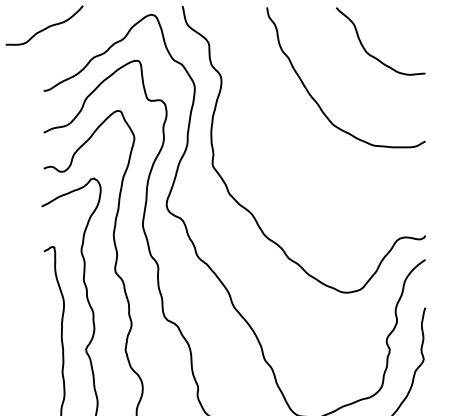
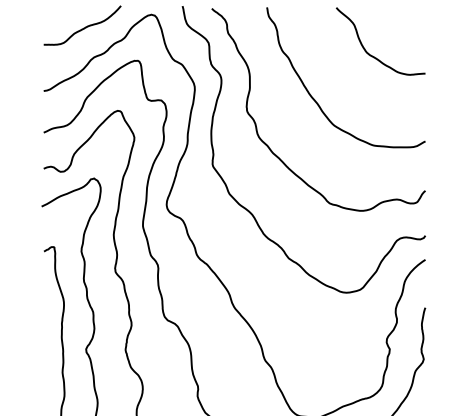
curve at (45, 27) position: (45, 27) -> (83, 27)
curve at (269, 146): none -> present
